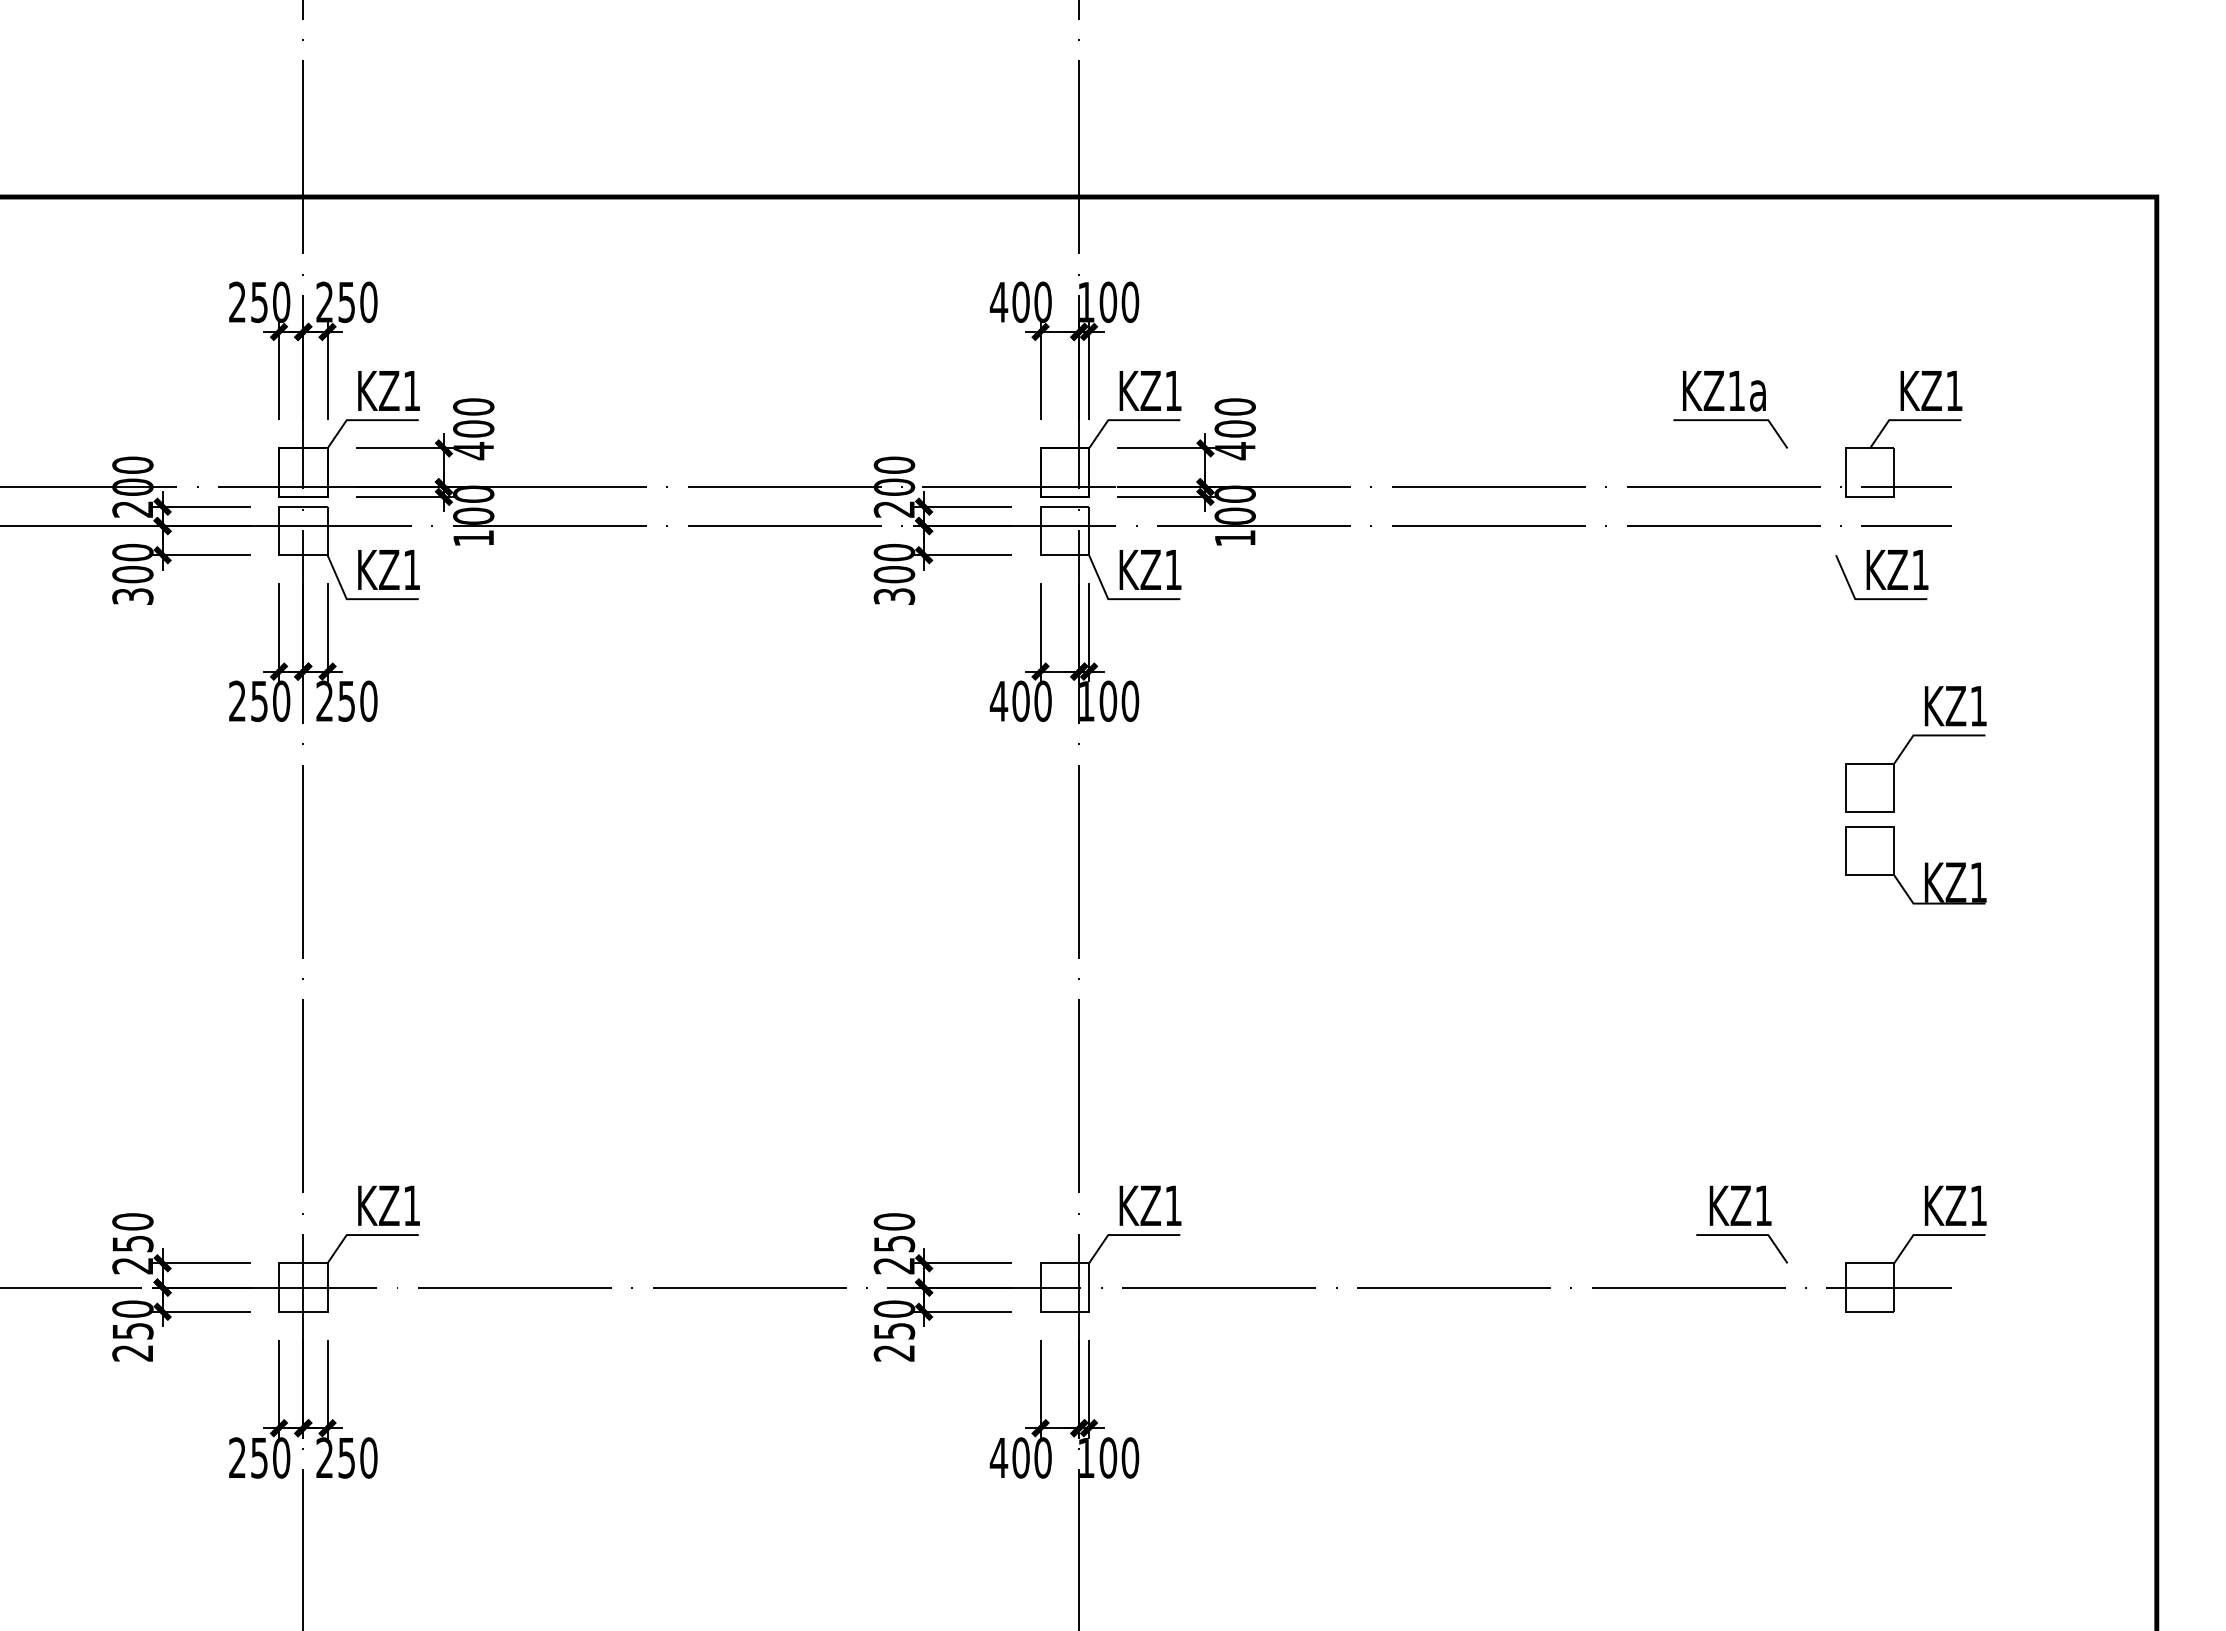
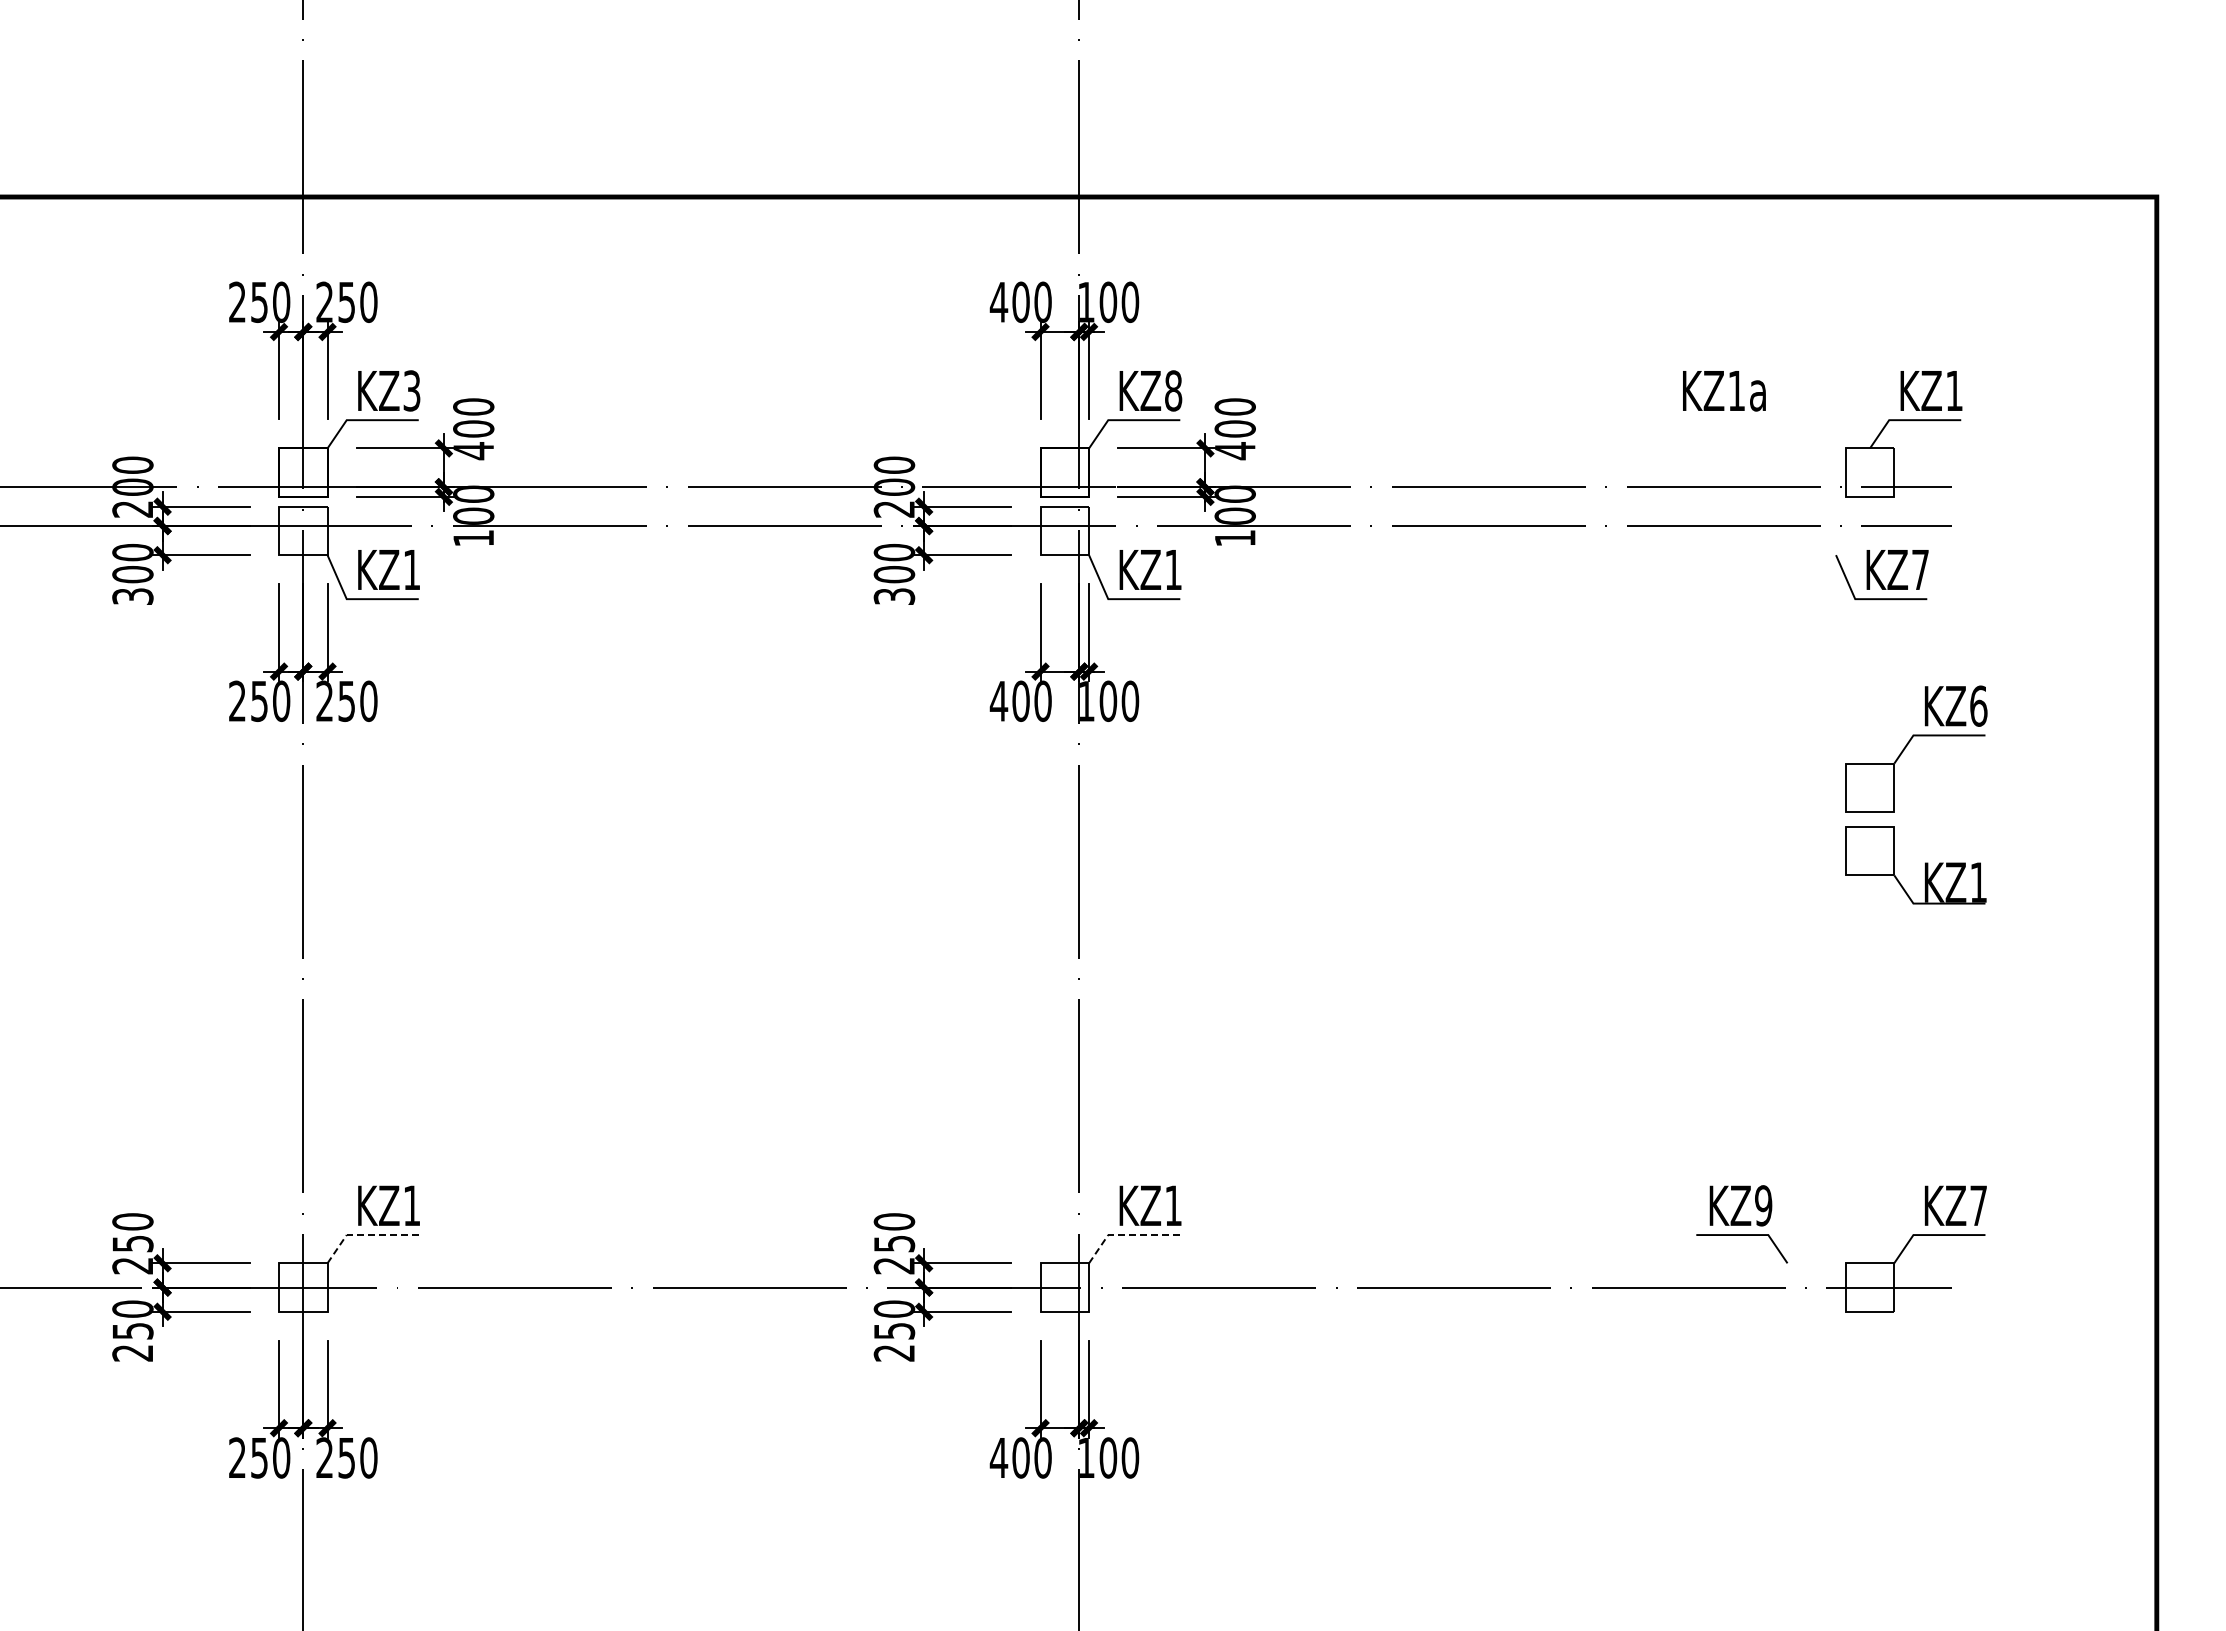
text at (411, 390): KZ1 -> KZ3
text at (1173, 390): KZ1 -> KZ8
line at (1730, 421): present -> none
text at (1920, 569): KZ1 -> KZ7
text at (1978, 705): KZ1 -> KZ6
text at (1763, 1205): KZ1 -> KZ9
text at (1978, 1205): KZ1 -> KZ7
line at (365, 1235): solid -> dashed
line at (1127, 1235): solid -> dashed
